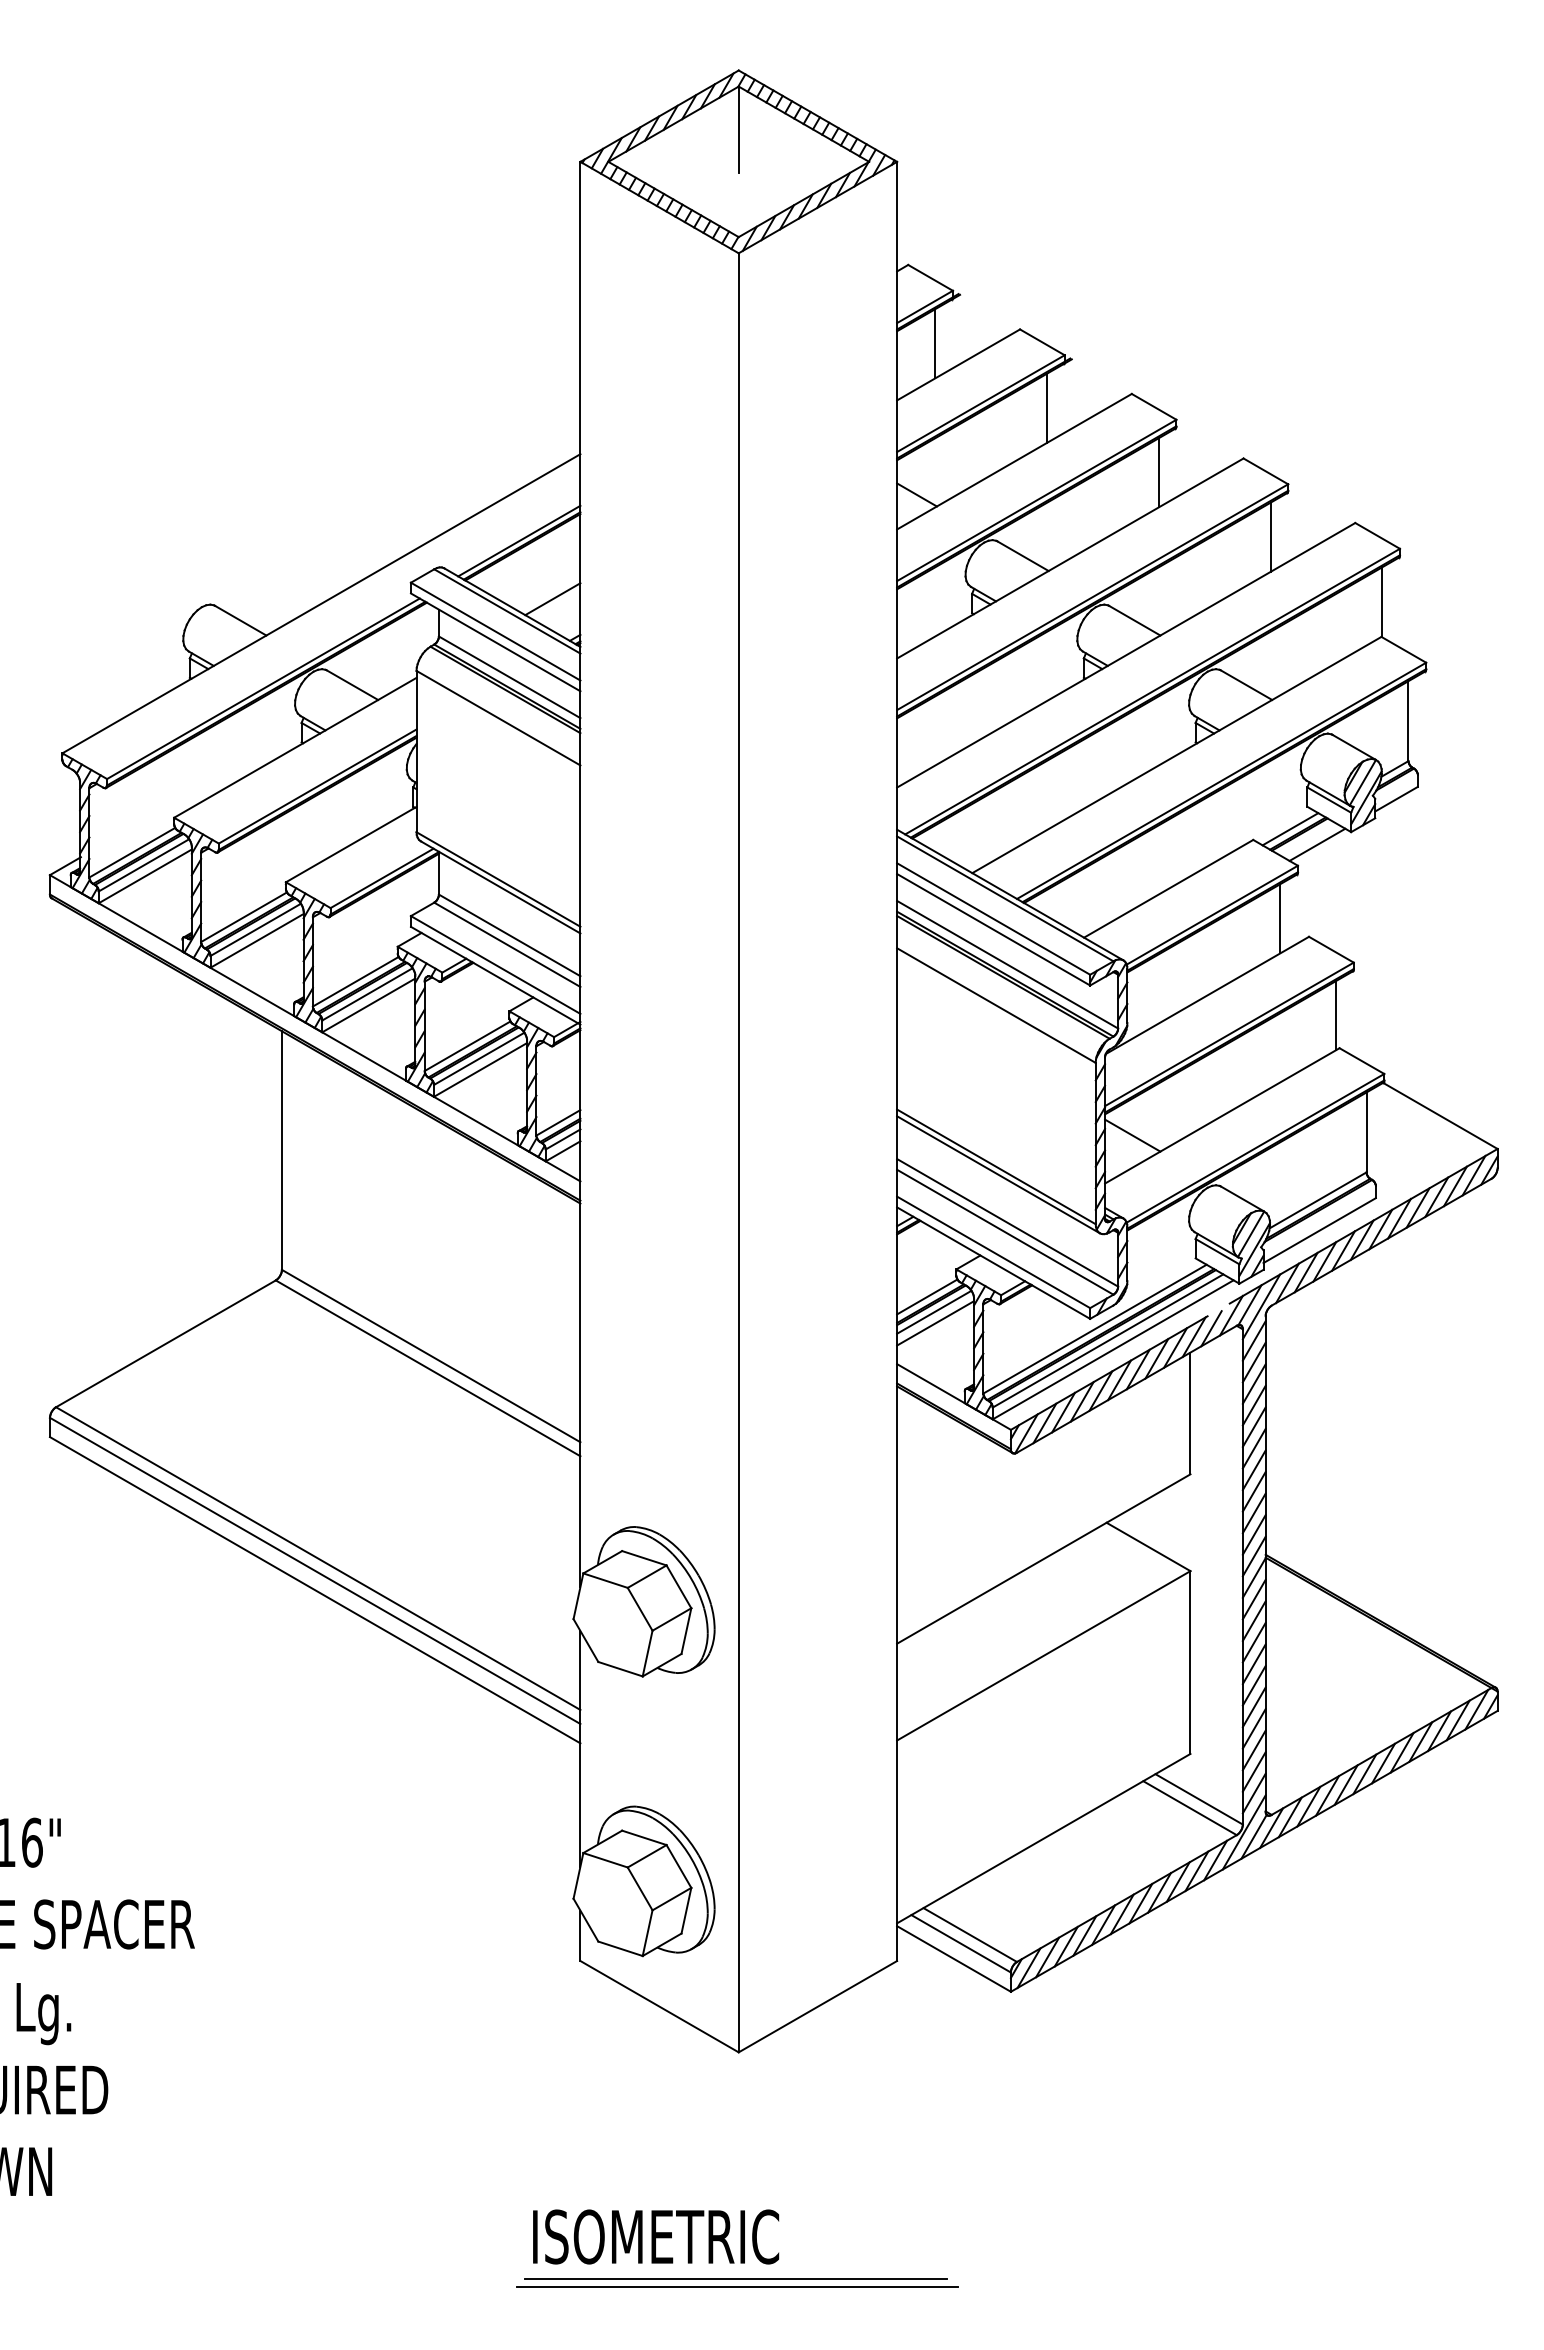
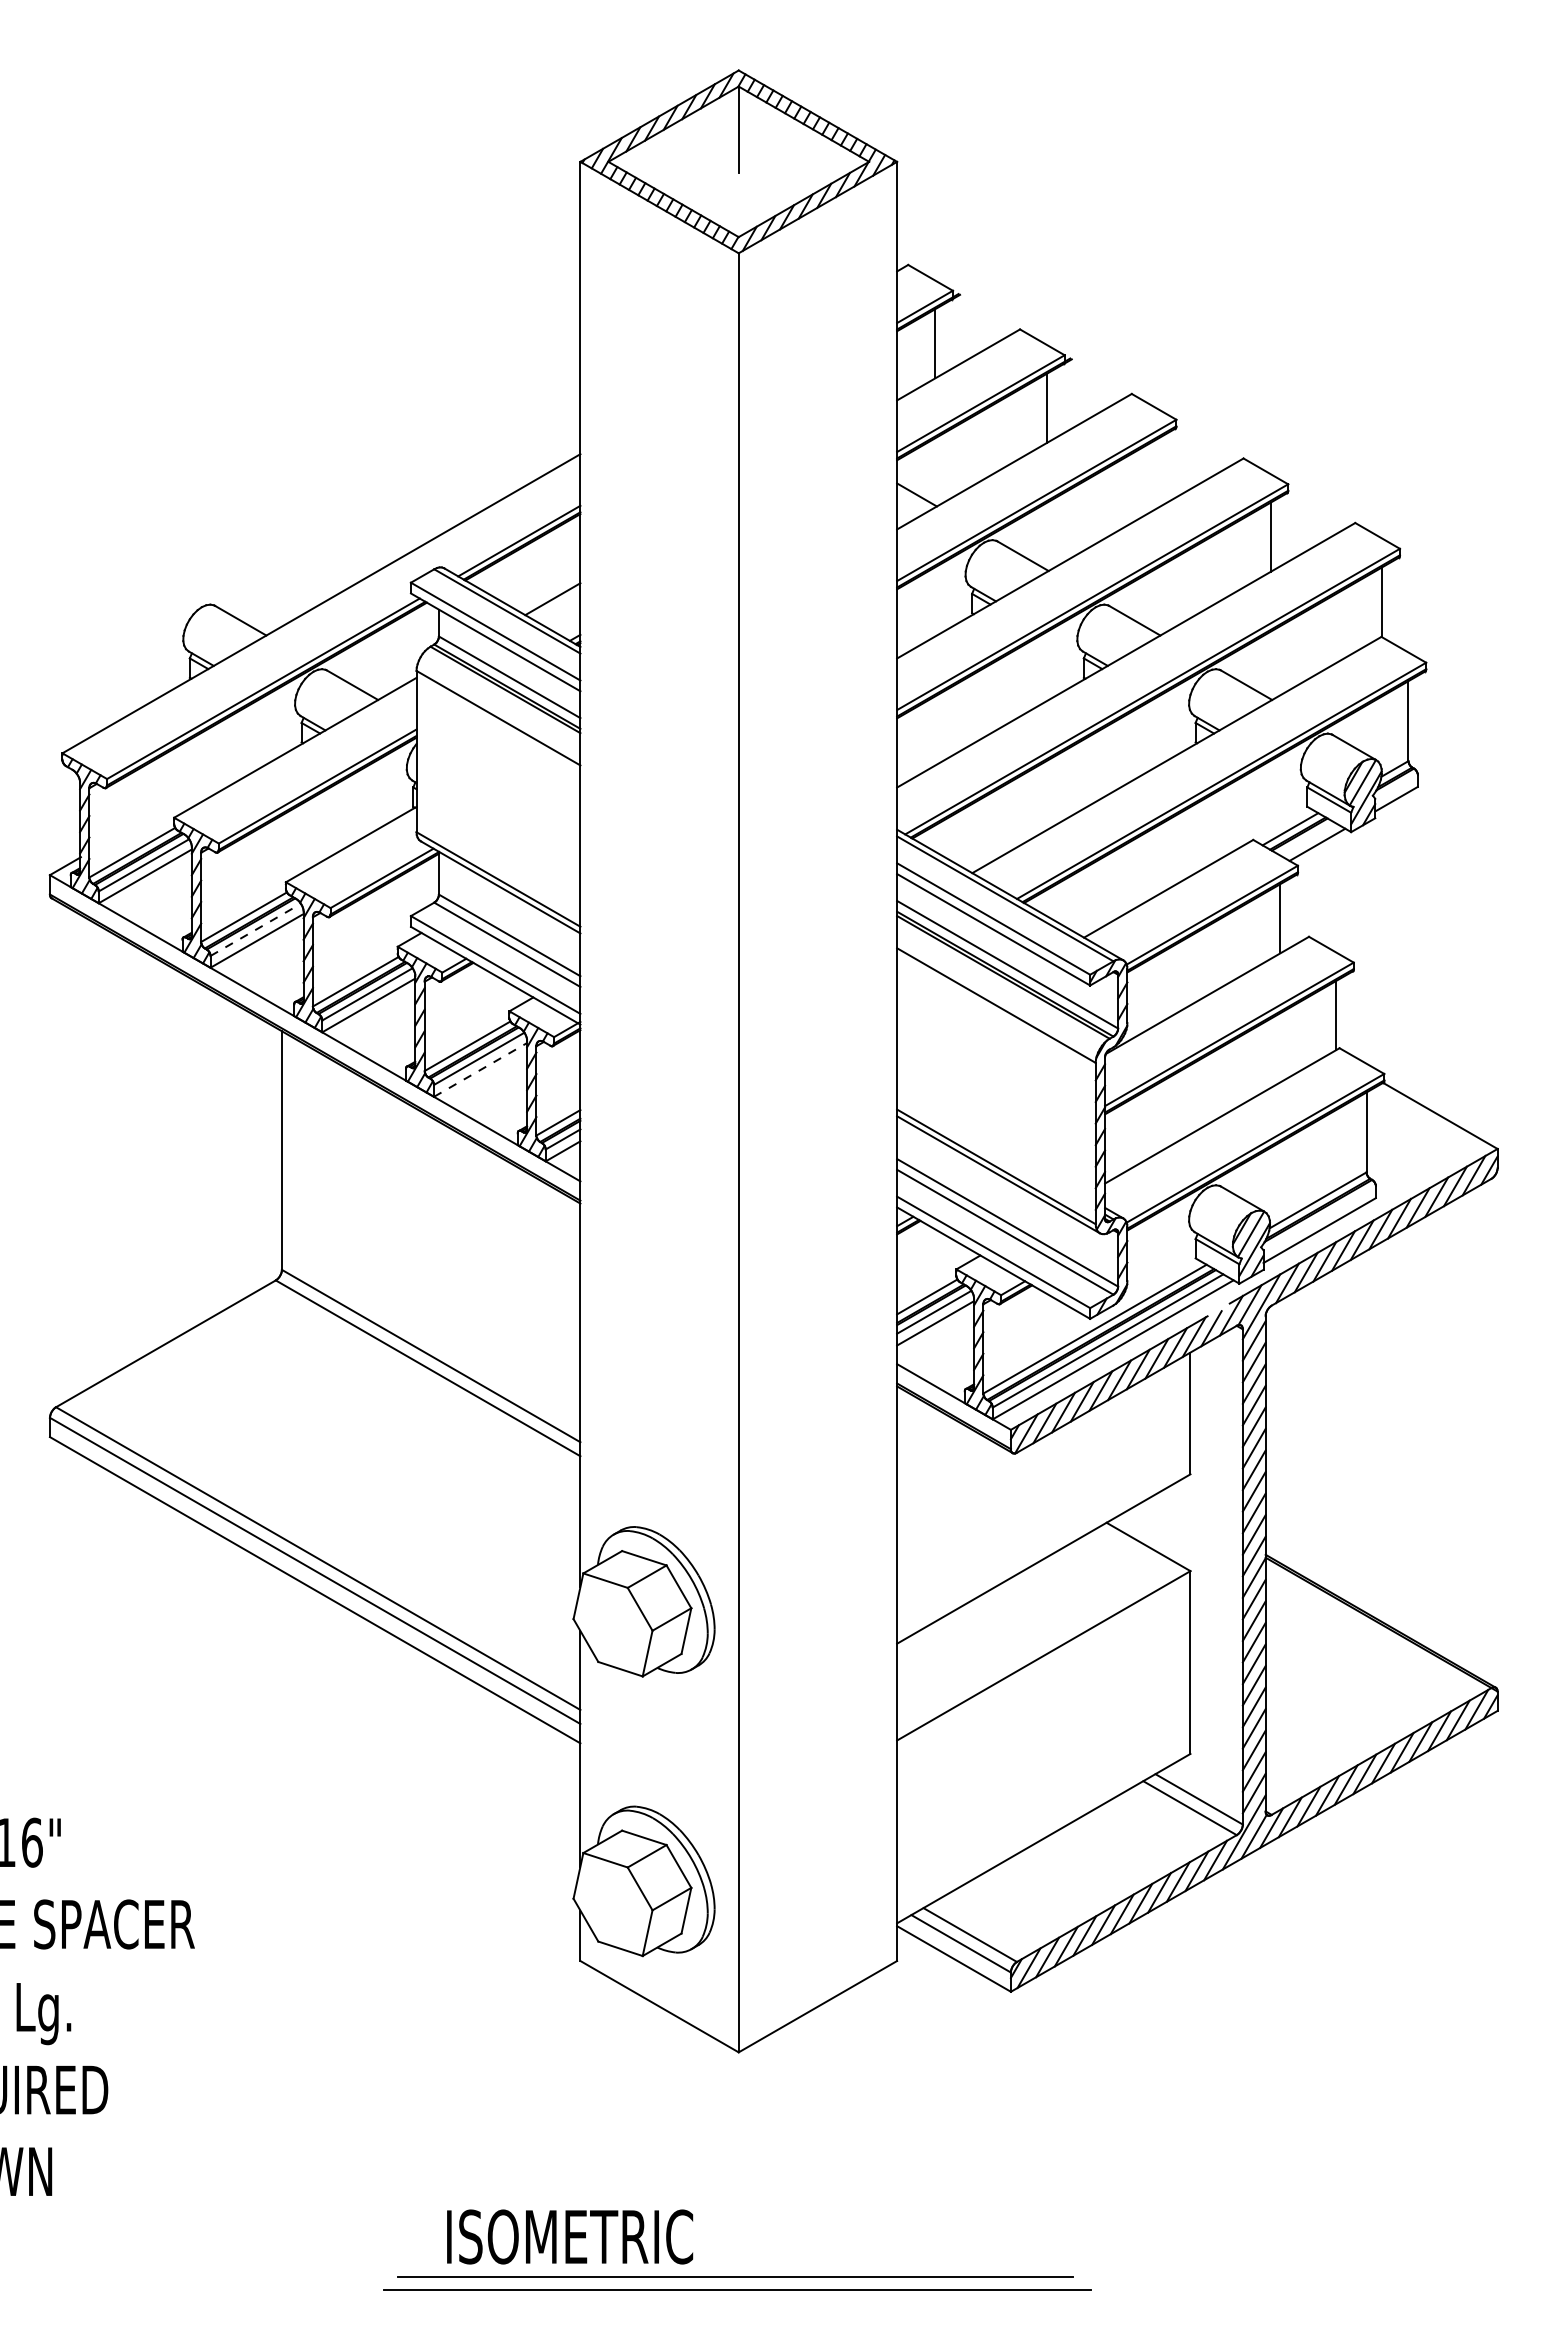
line at (1158, 472): present -> none
line at (256, 929): solid -> dashed
line at (480, 1069): solid -> dashed
line at (1132, 1135): present -> none
text at (656, 2236) position: (656, 2236) -> (570, 2236)
part at (737, 2282) size: 443x10 px -> 709x15 px
